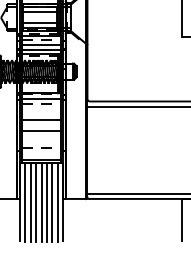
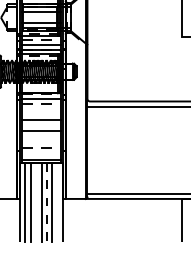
line at (36, 202): present -> none
line at (57, 202): present -> none
line at (47, 203): solid -> dashed
